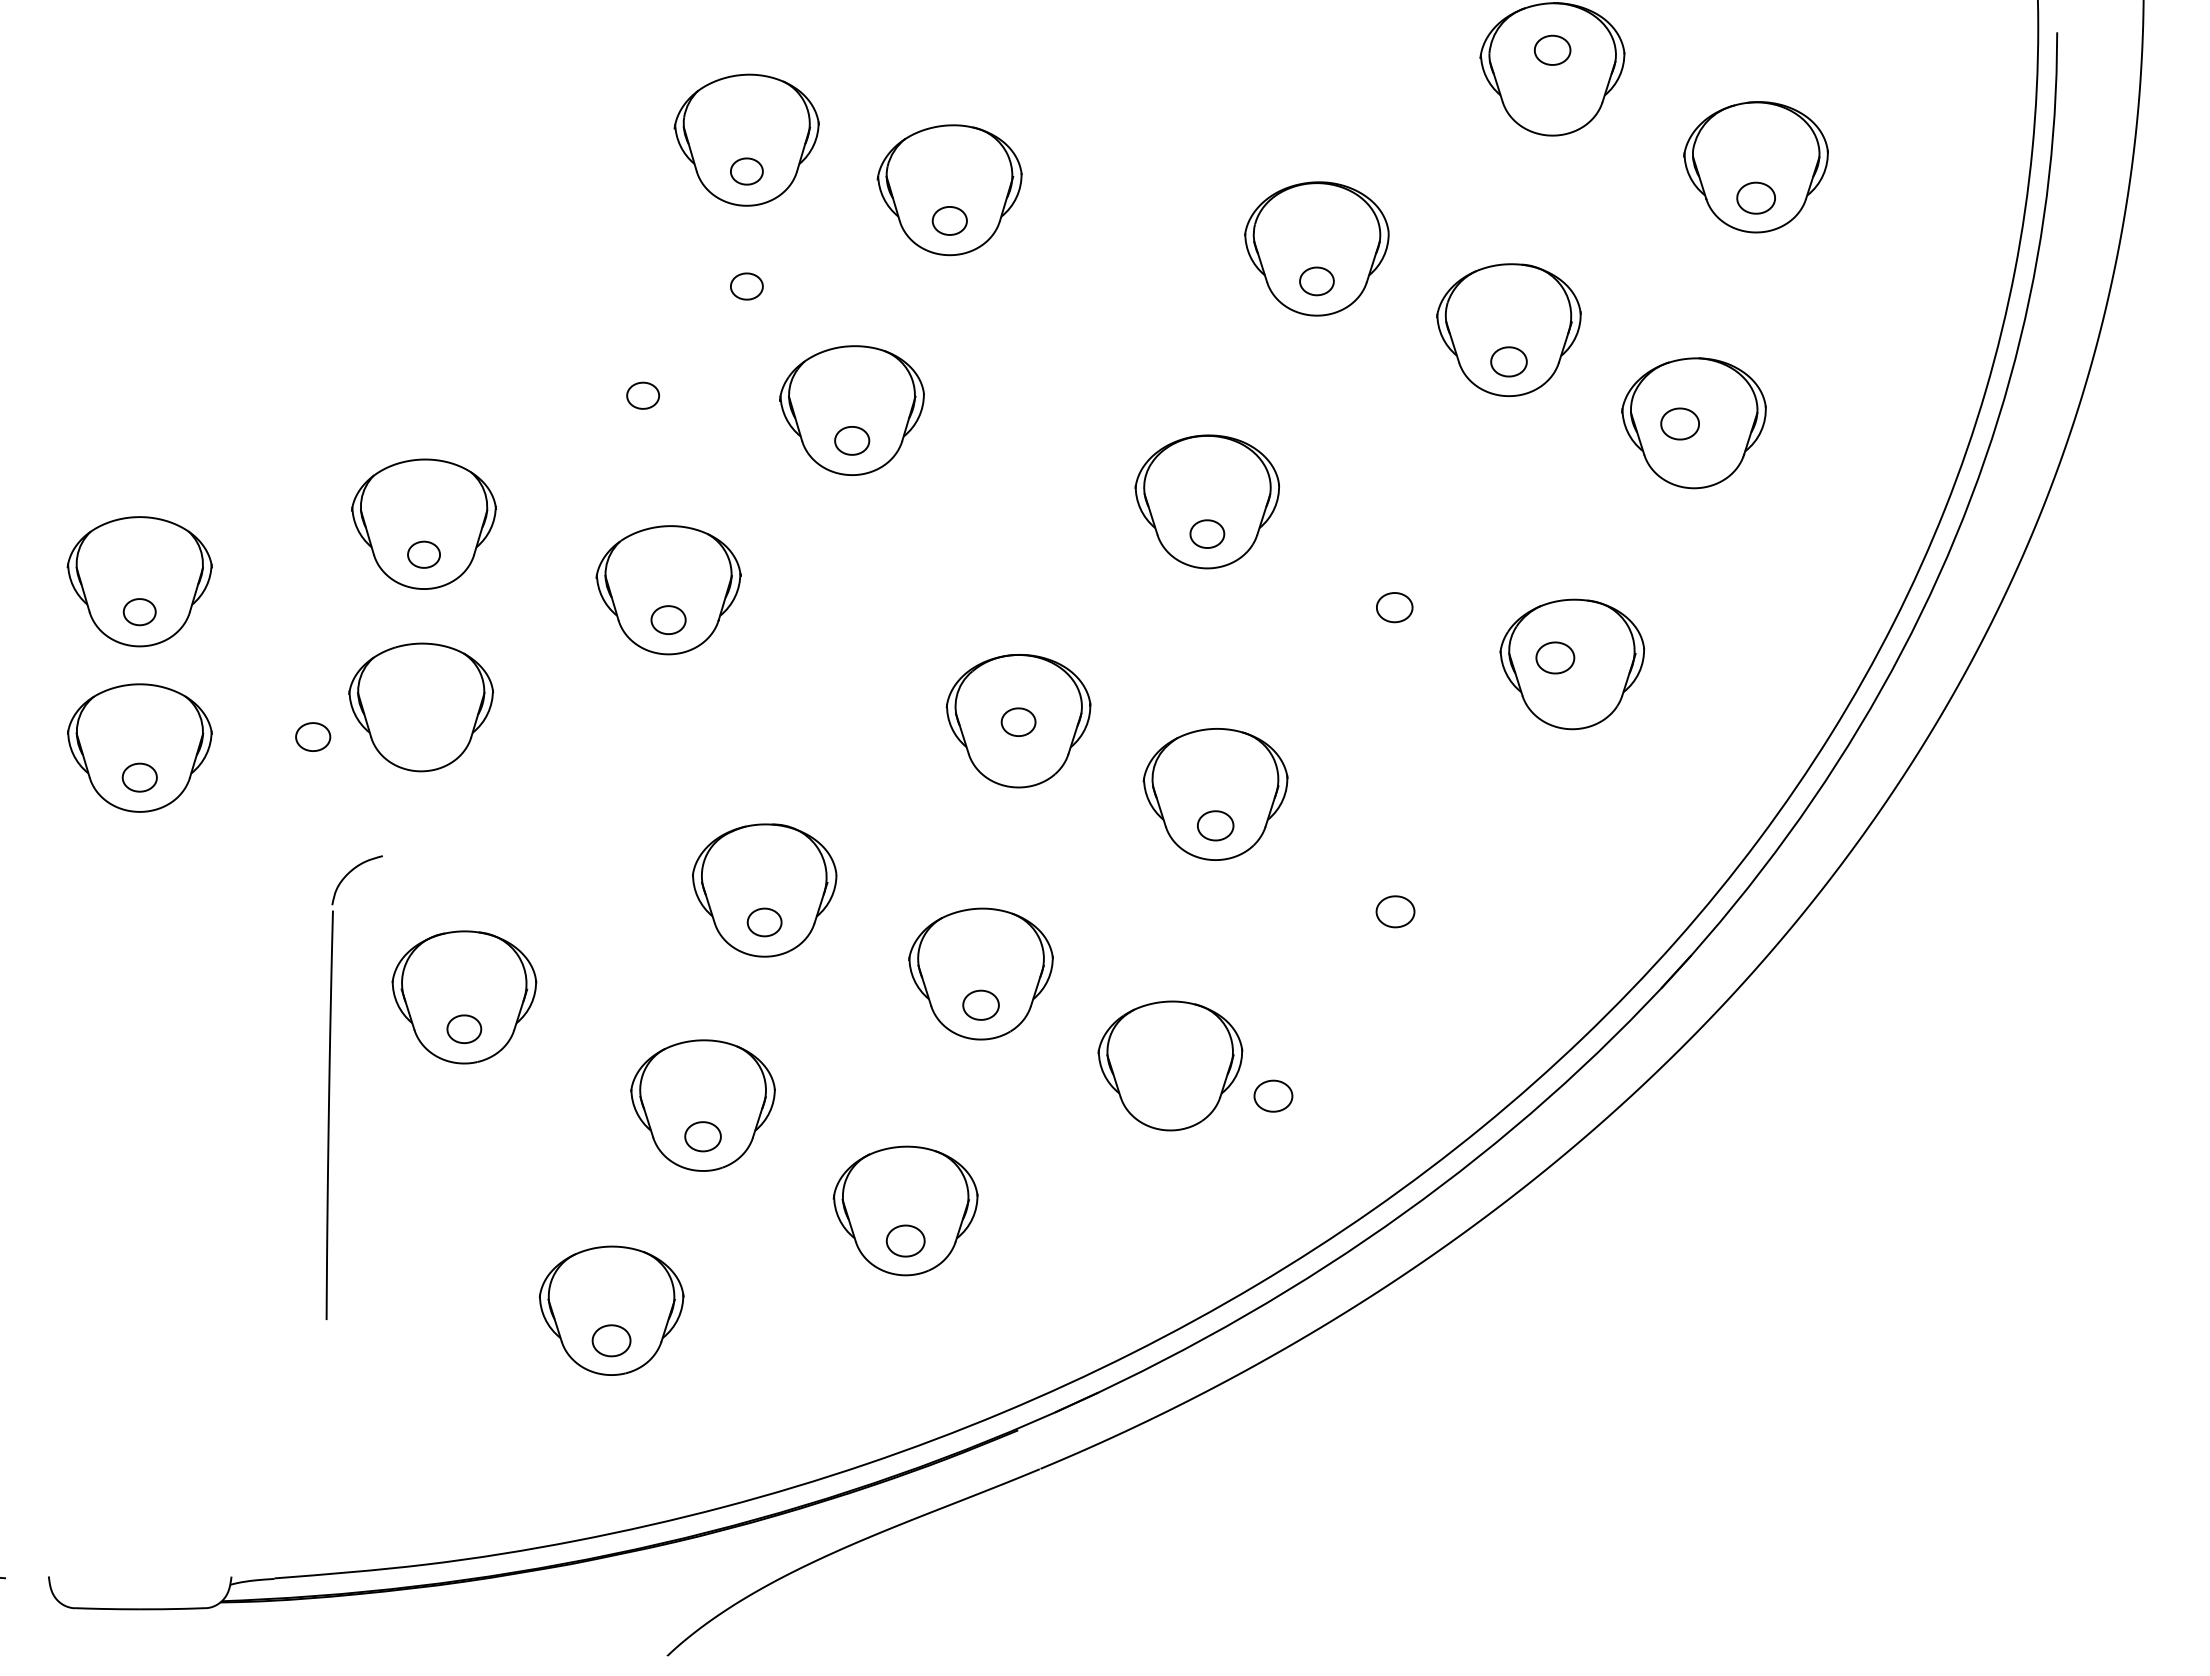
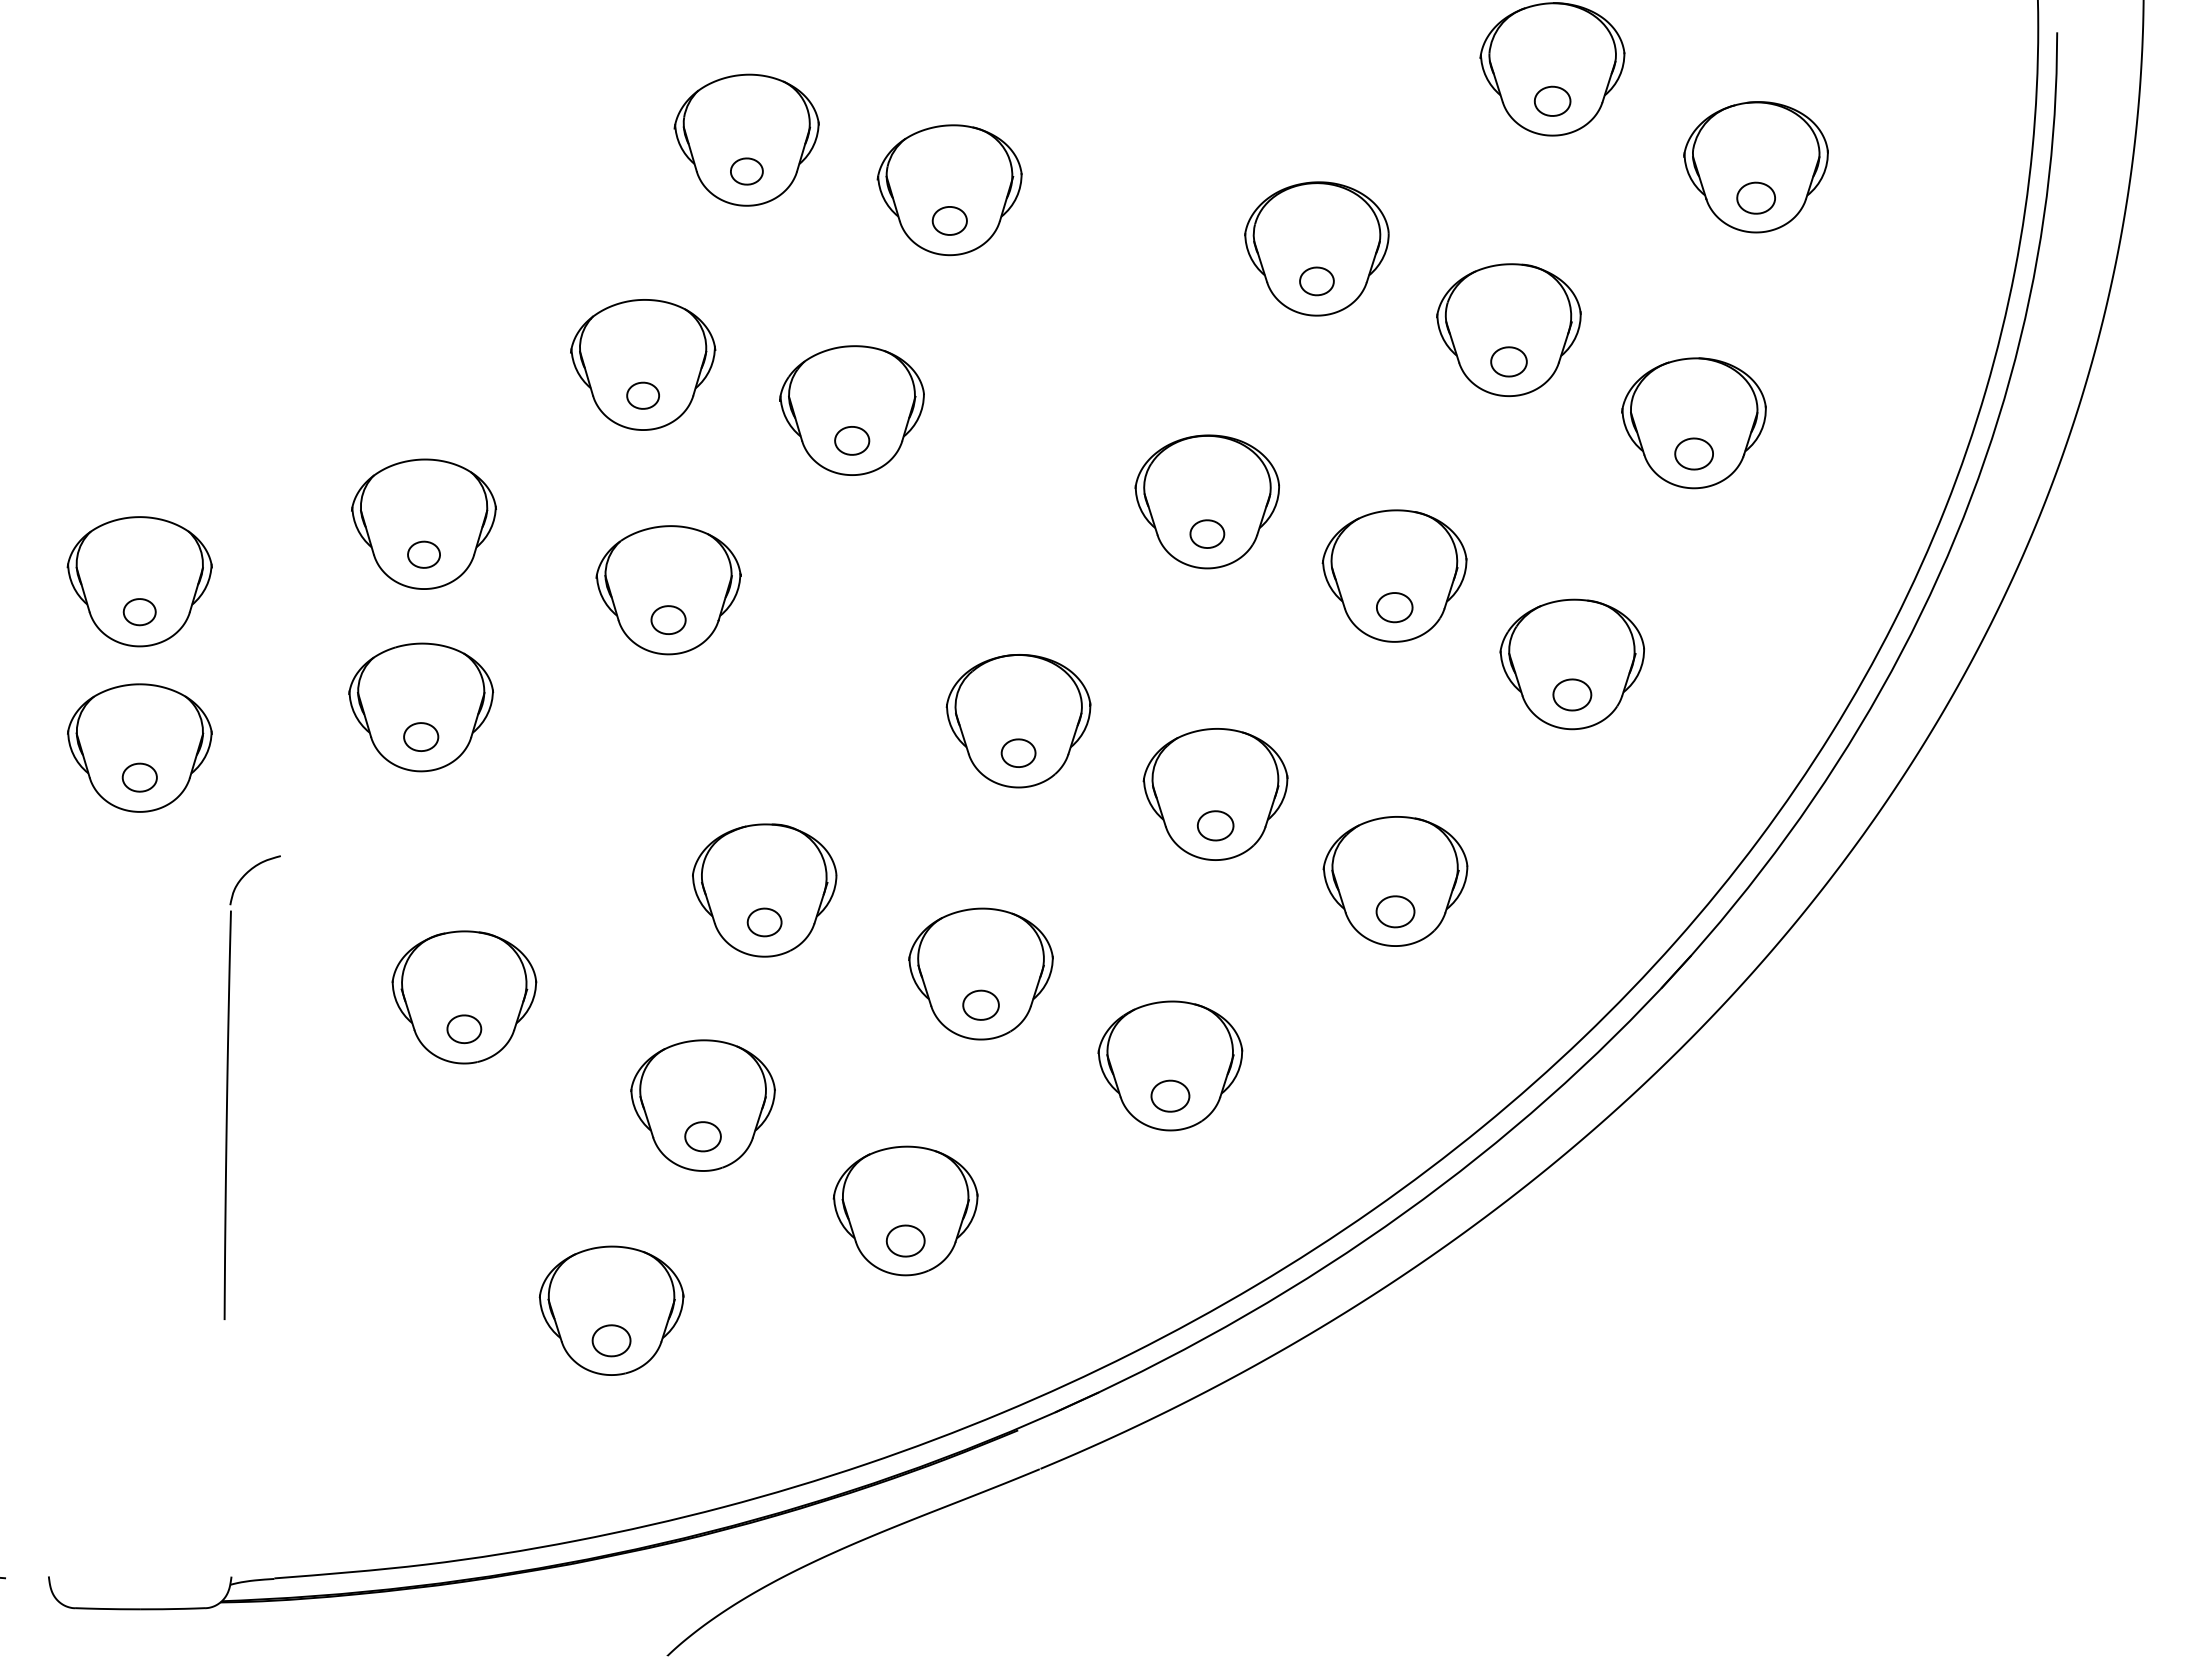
part at (1552, 49) position: (1552, 49) -> (1552, 100)
part at (746, 286): present -> none
part at (643, 364): none -> present
part at (1679, 423) position: (1679, 423) -> (1693, 453)
part at (1394, 575): none -> present
part at (1555, 657) position: (1555, 657) -> (1572, 694)
part at (1018, 721) position: (1018, 721) -> (1018, 752)
part at (313, 736) position: (313, 736) -> (421, 736)
part at (1395, 881): none -> present
part at (330, 1087) position: (330, 1087) -> (228, 1087)
part at (1273, 1095) position: (1273, 1095) -> (1170, 1095)
